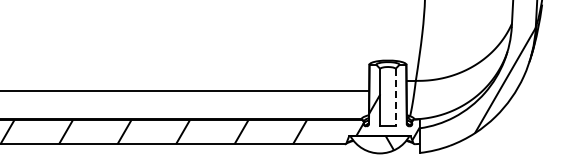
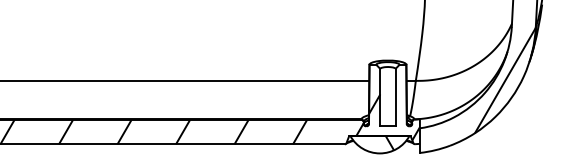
line at (185, 90) position: (185, 90) -> (185, 80)
line at (395, 97): dashed -> solid
